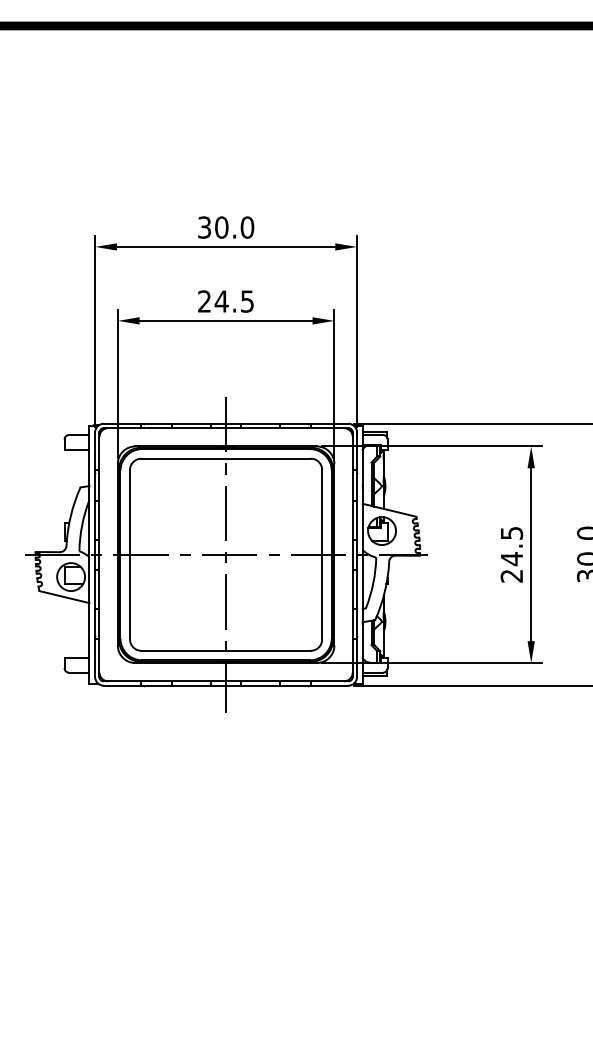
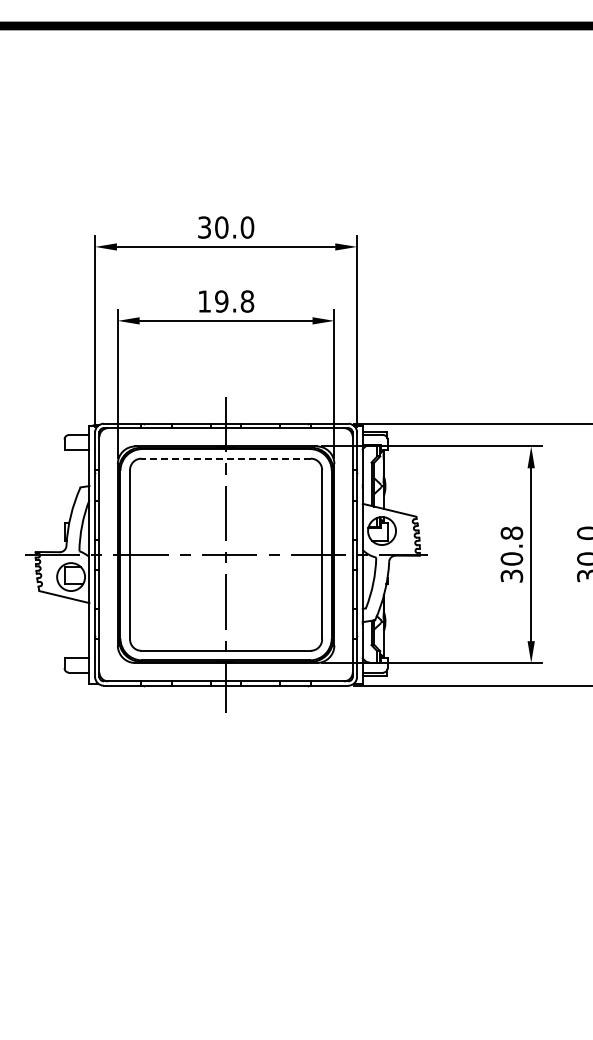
text at (226, 301): 24.5 -> 19.8
line at (226, 458): solid -> dashed
text at (511, 554): 24.5 -> 30.8
